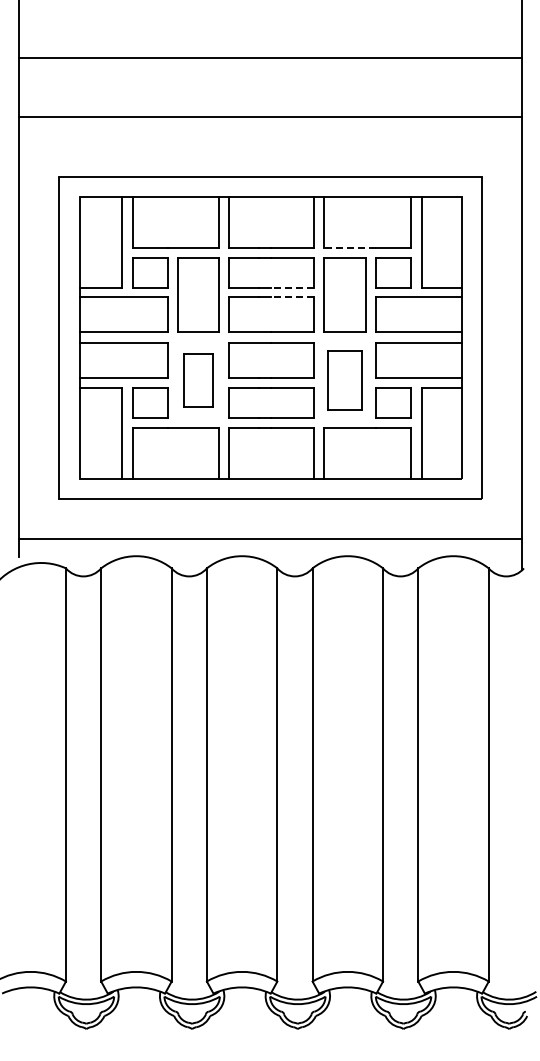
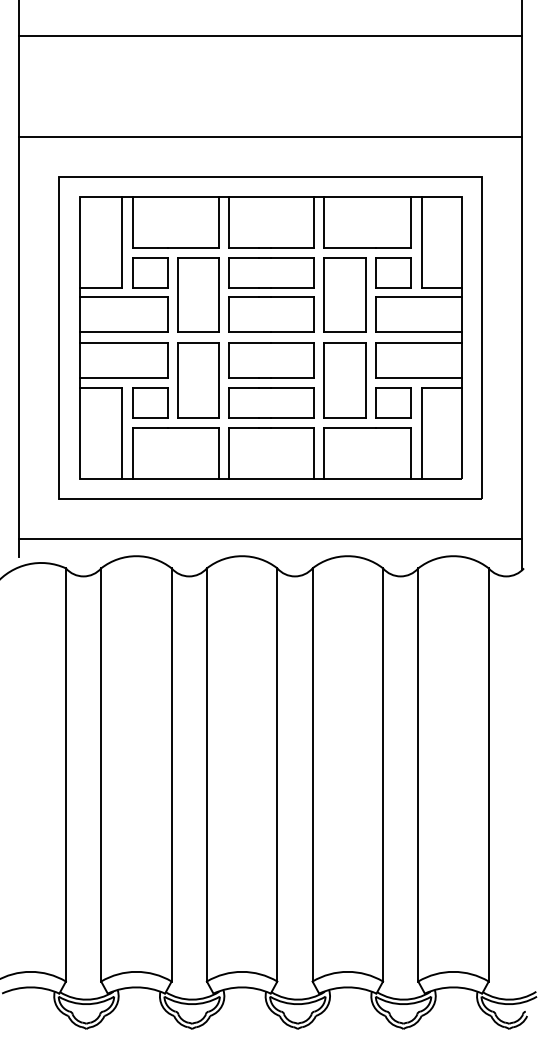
line at (270, 58) position: (270, 58) -> (270, 36)
line at (270, 116) position: (270, 116) -> (270, 136)
line at (349, 248): dashed -> solid
line at (292, 287): dashed -> solid
line at (292, 297): dashed -> solid
part at (198, 380) size: 31x55 px -> 43x77 px
part at (344, 380) size: 36x61 px -> 44x77 px
